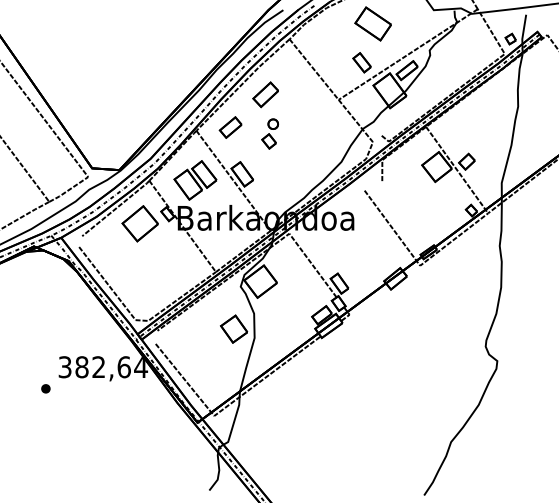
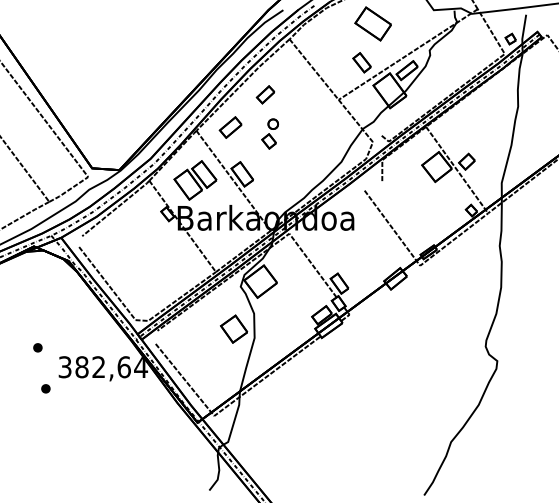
part at (265, 94) size: 27x28 px -> 21x20 px
part at (139, 223): present -> none
part at (37, 347): none -> present
